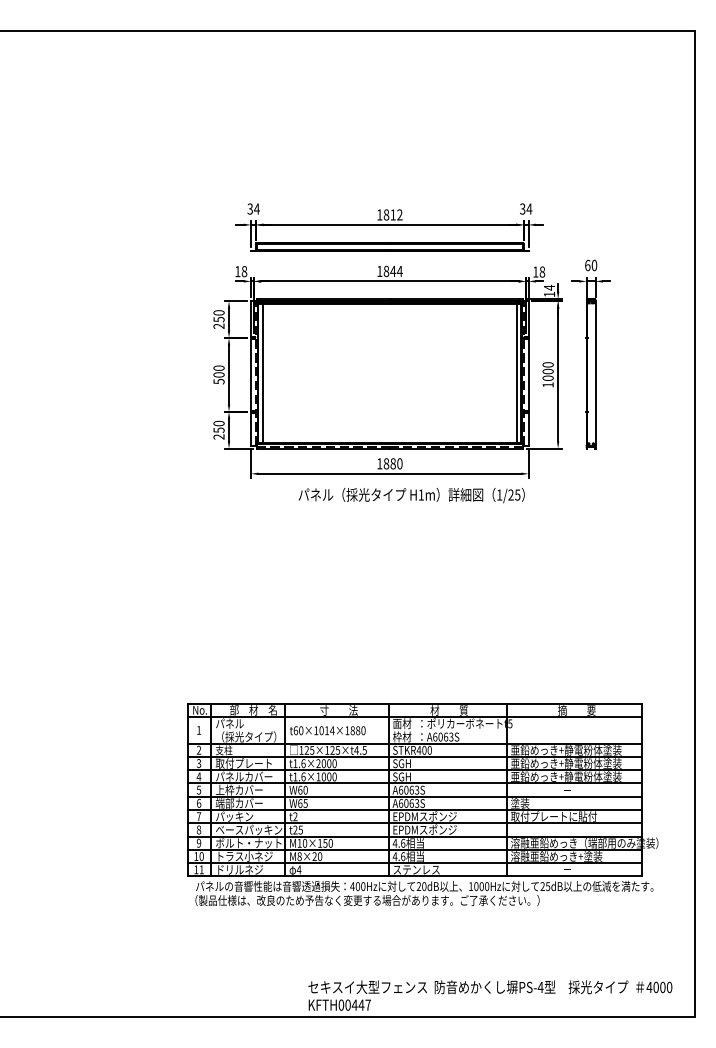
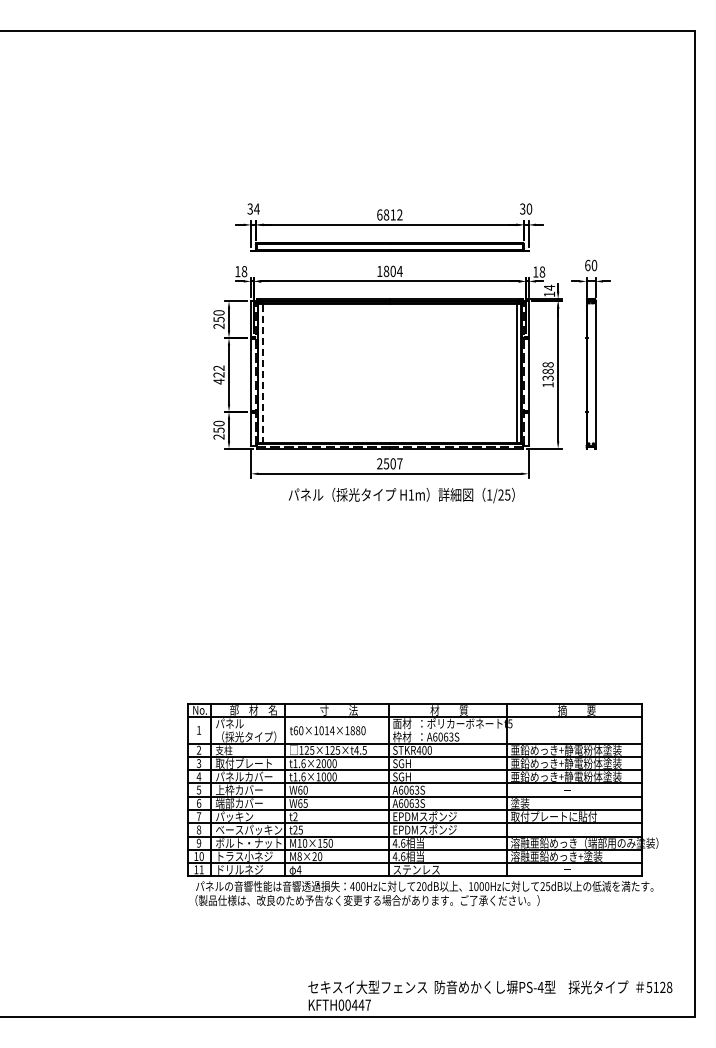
text at (529, 208): 34 -> 30
text at (379, 214): 1812 -> 6812
text at (393, 271): 1844 -> 1804
text at (547, 371): 1000 -> 1388
line at (262, 372): solid -> dashed
text at (218, 374): 500 -> 422
text at (389, 463): 1880 -> 2507
text at (411, 495) position: (411, 495) -> (401, 495)
text at (659, 987): 4000 -> 5128
